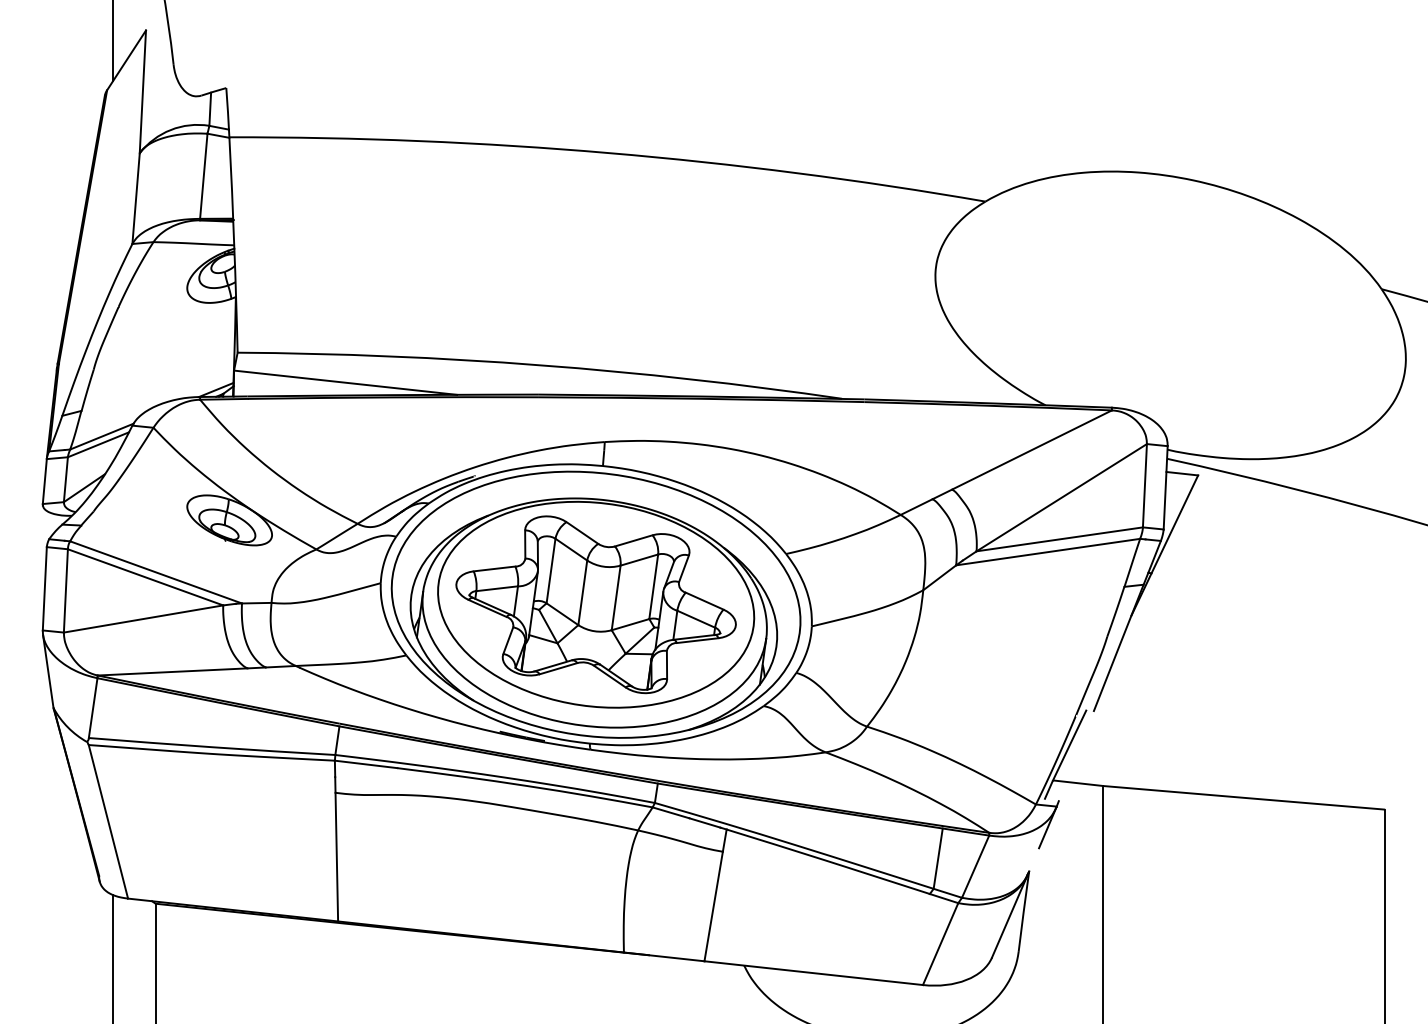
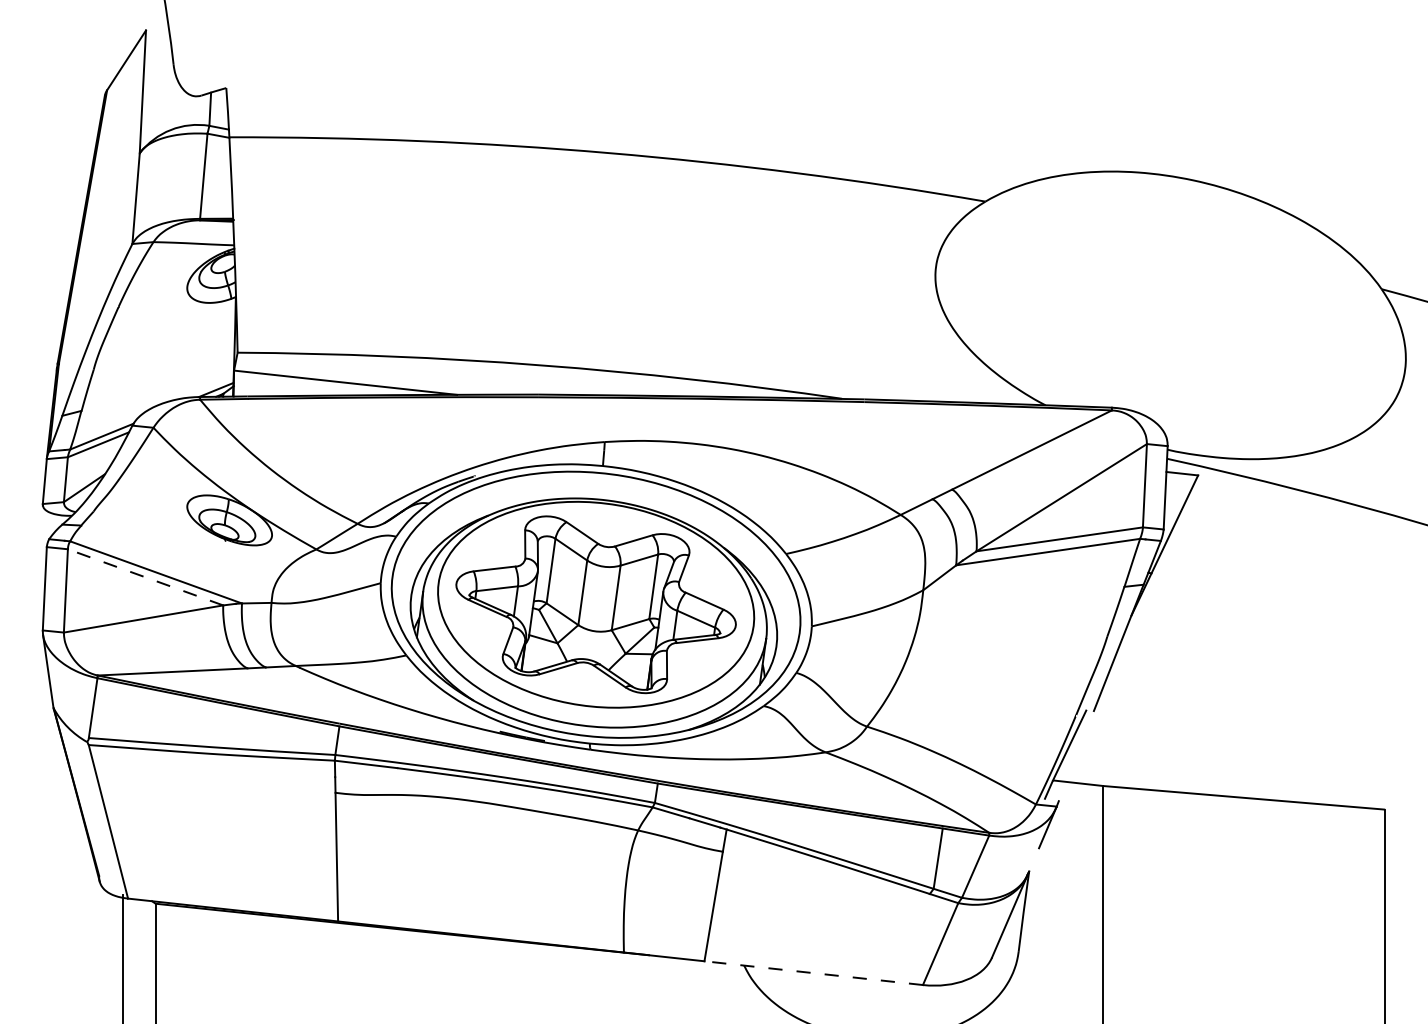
line at (113, 41): present -> none
line at (145, 577): solid -> dashed
line at (113, 957) position: (113, 957) -> (123, 957)
line at (813, 973): solid -> dashed
